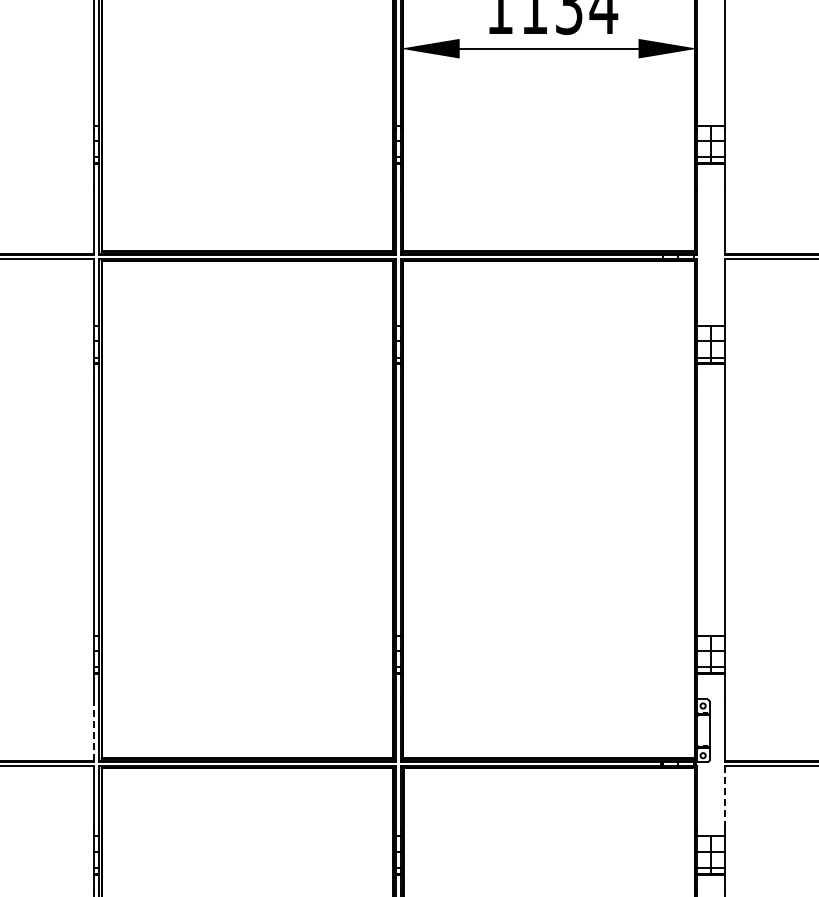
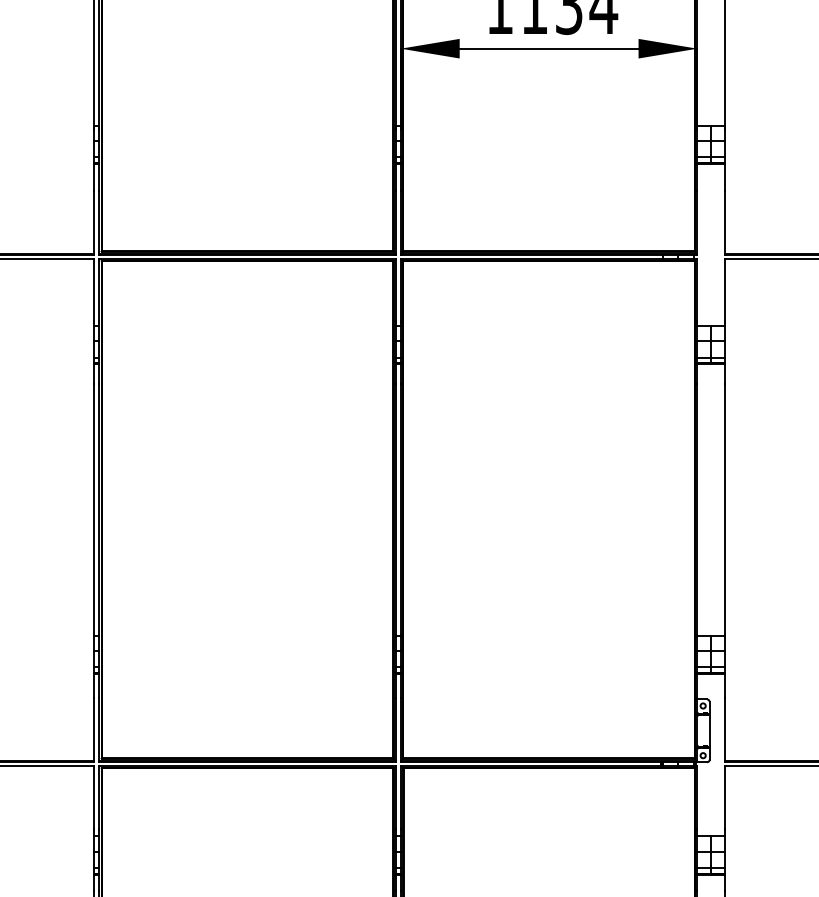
line at (94, 729): dashed -> solid
line at (724, 797): dashed -> solid
